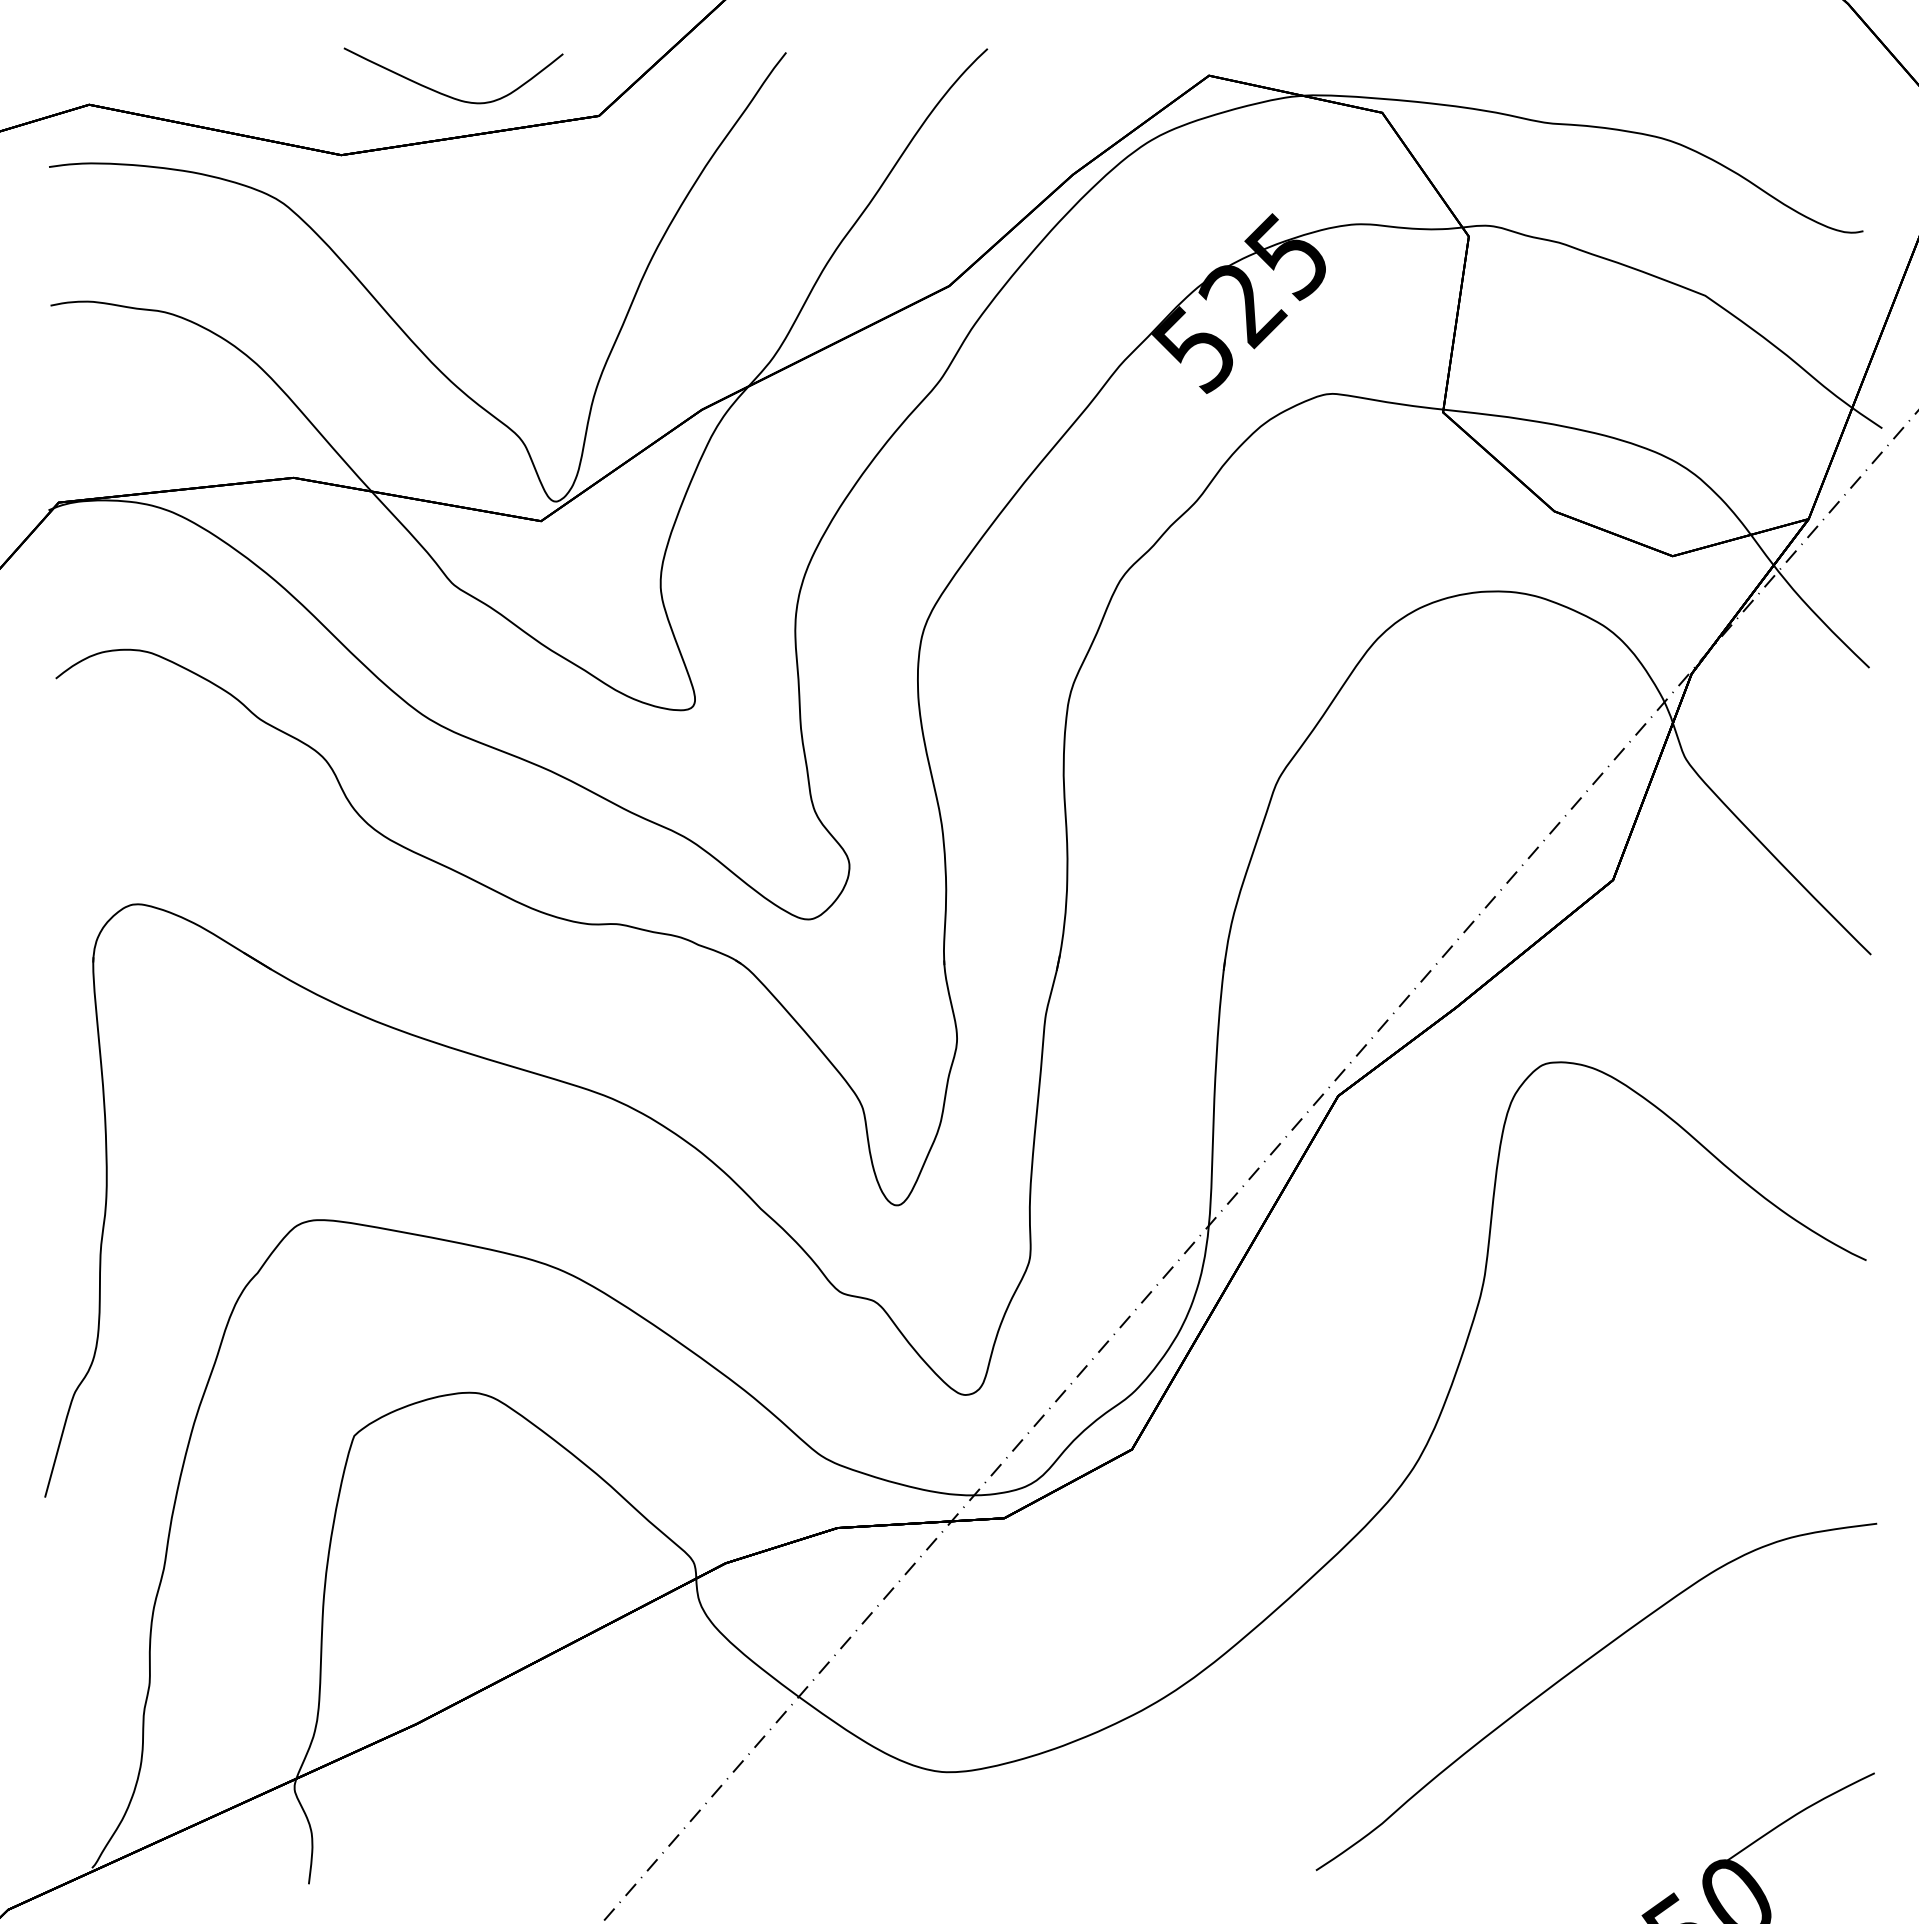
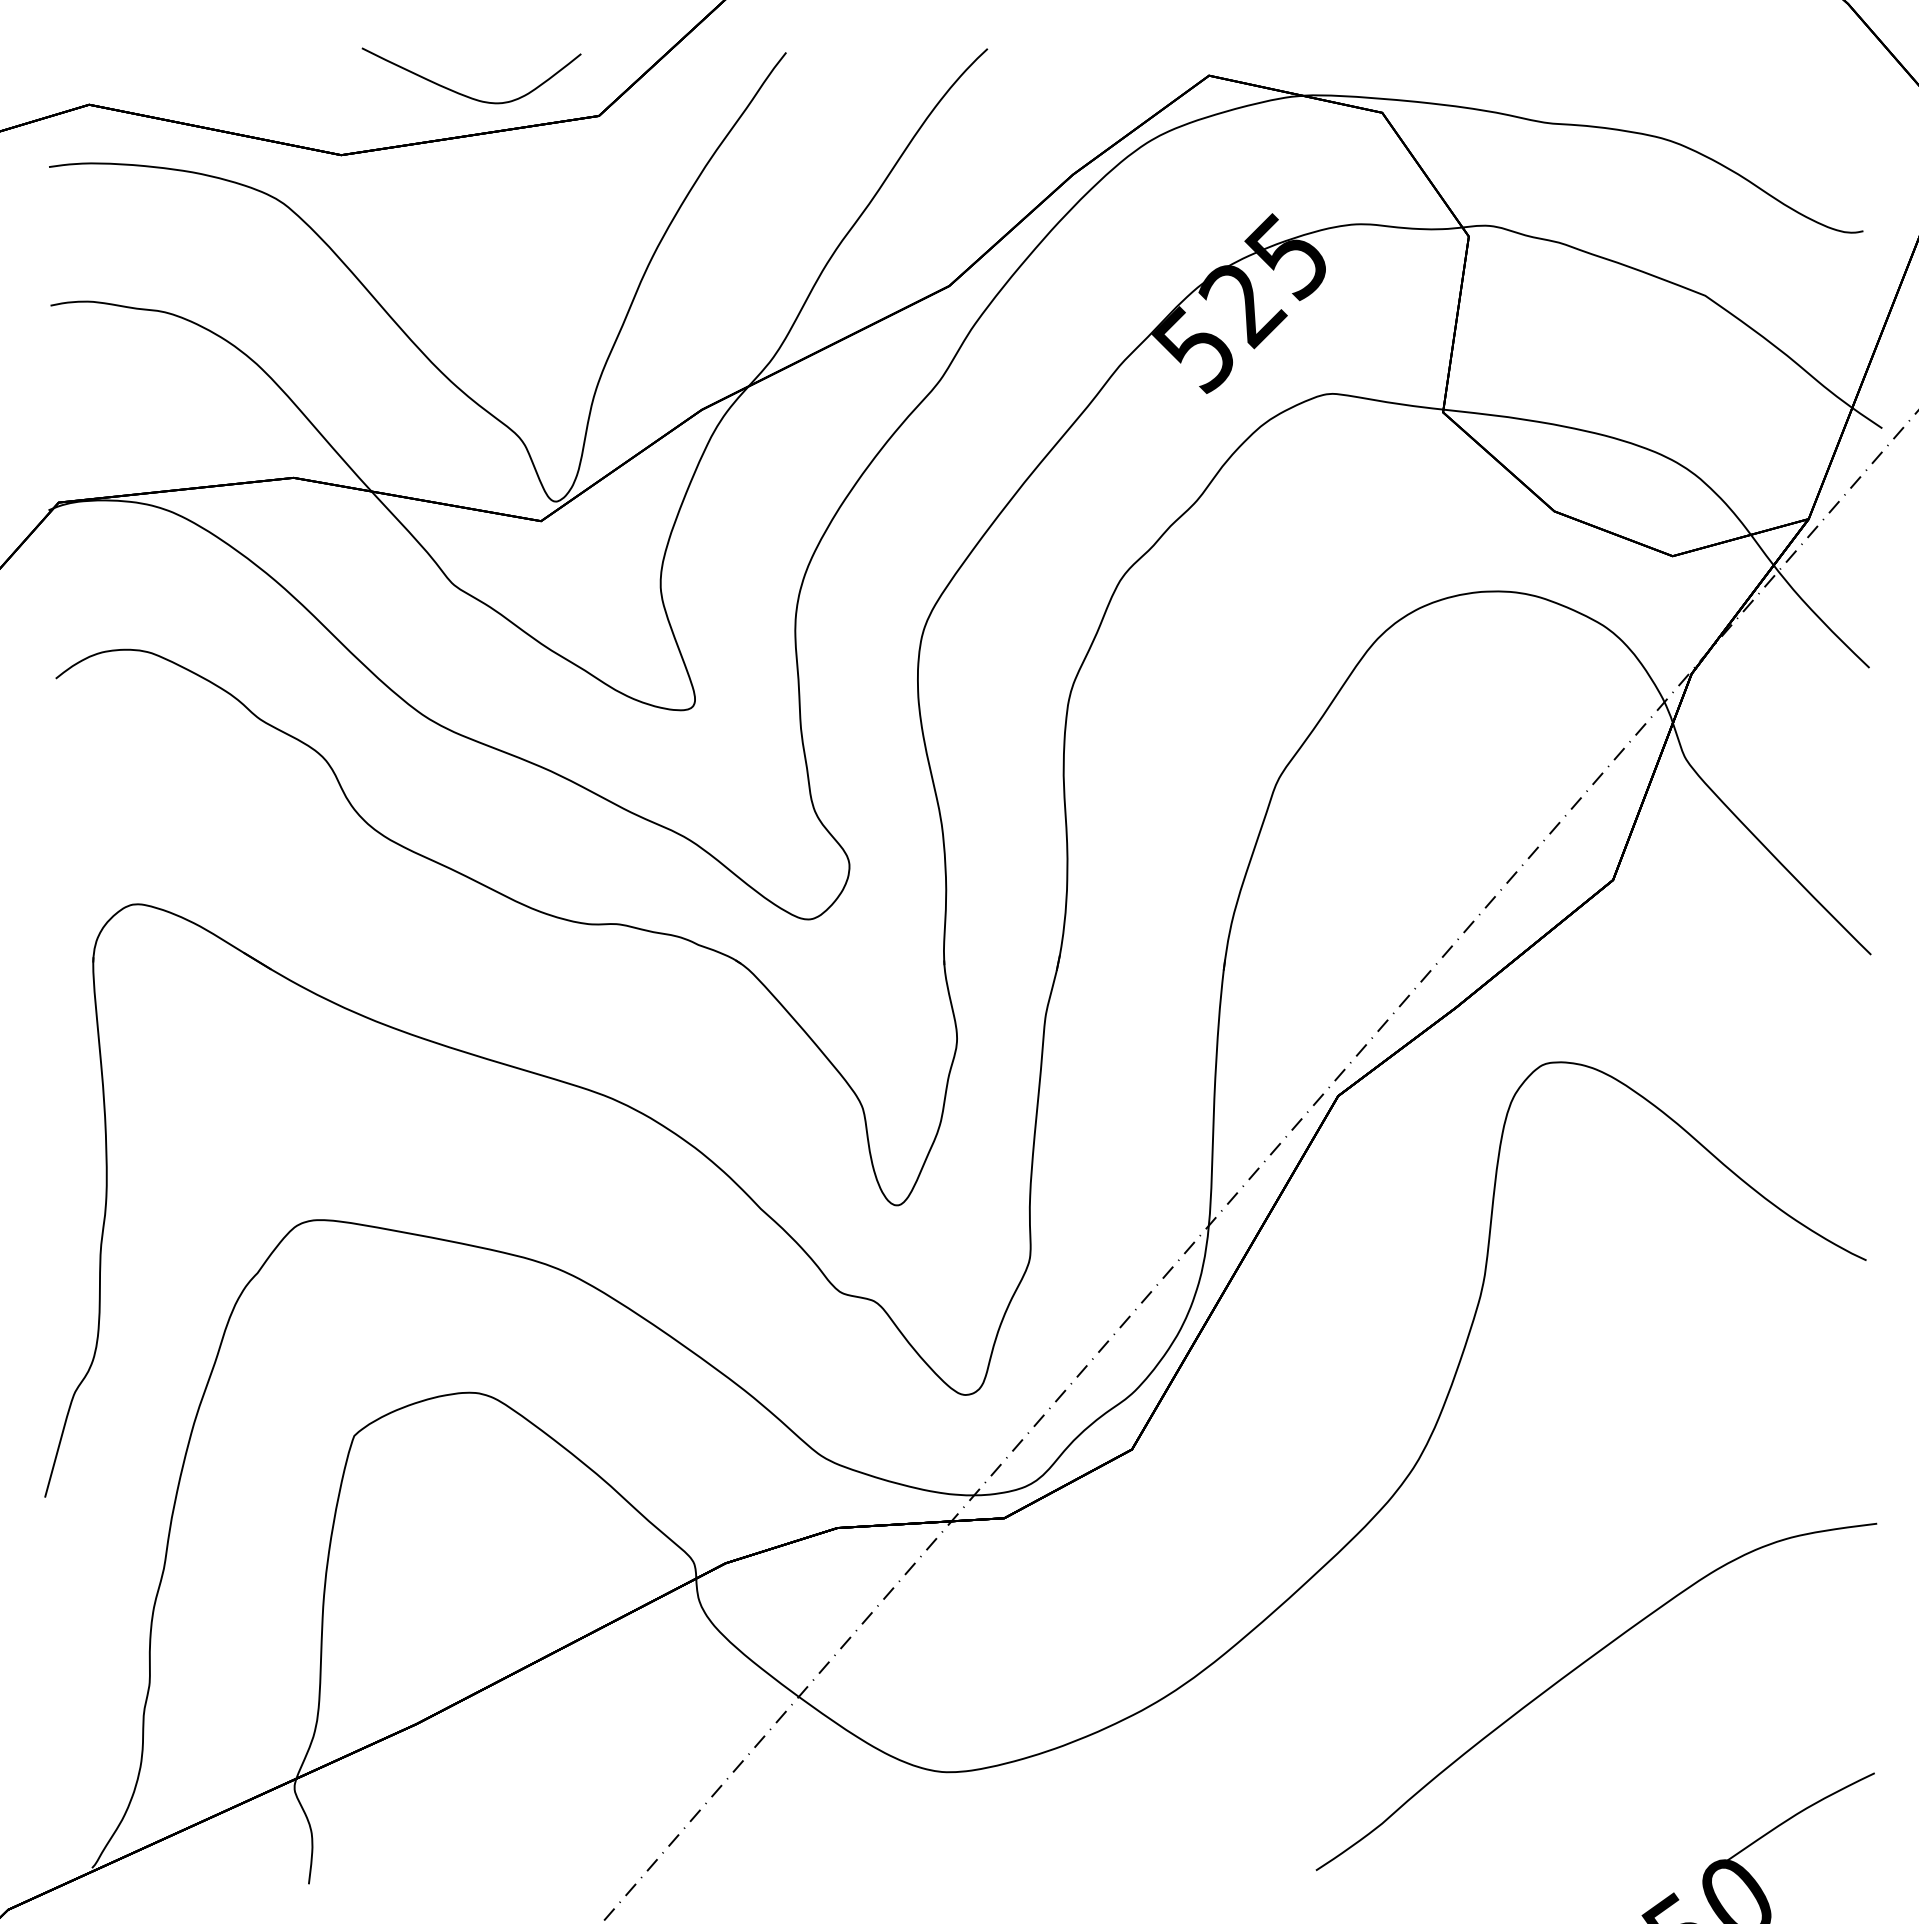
curve at (446, 94) position: (446, 94) -> (464, 94)
